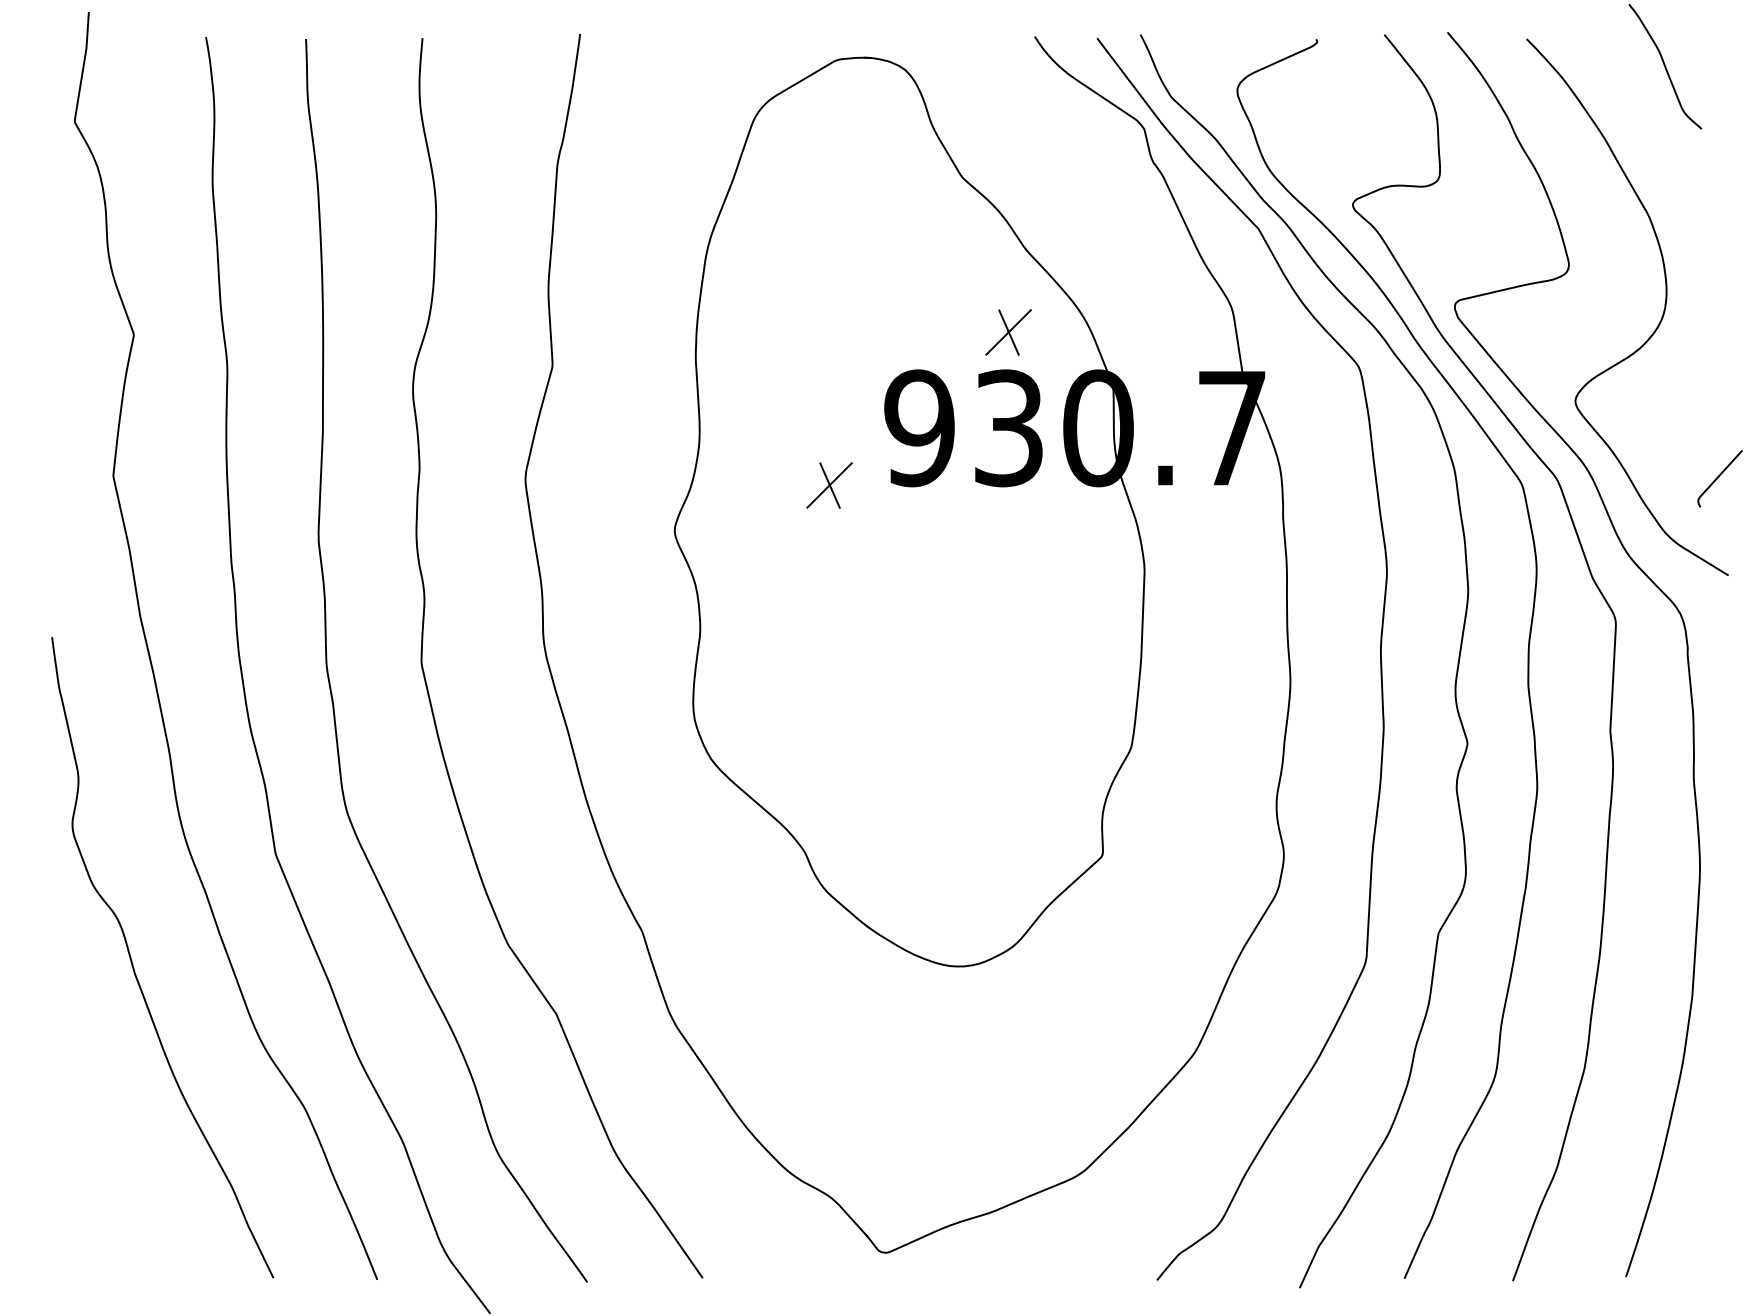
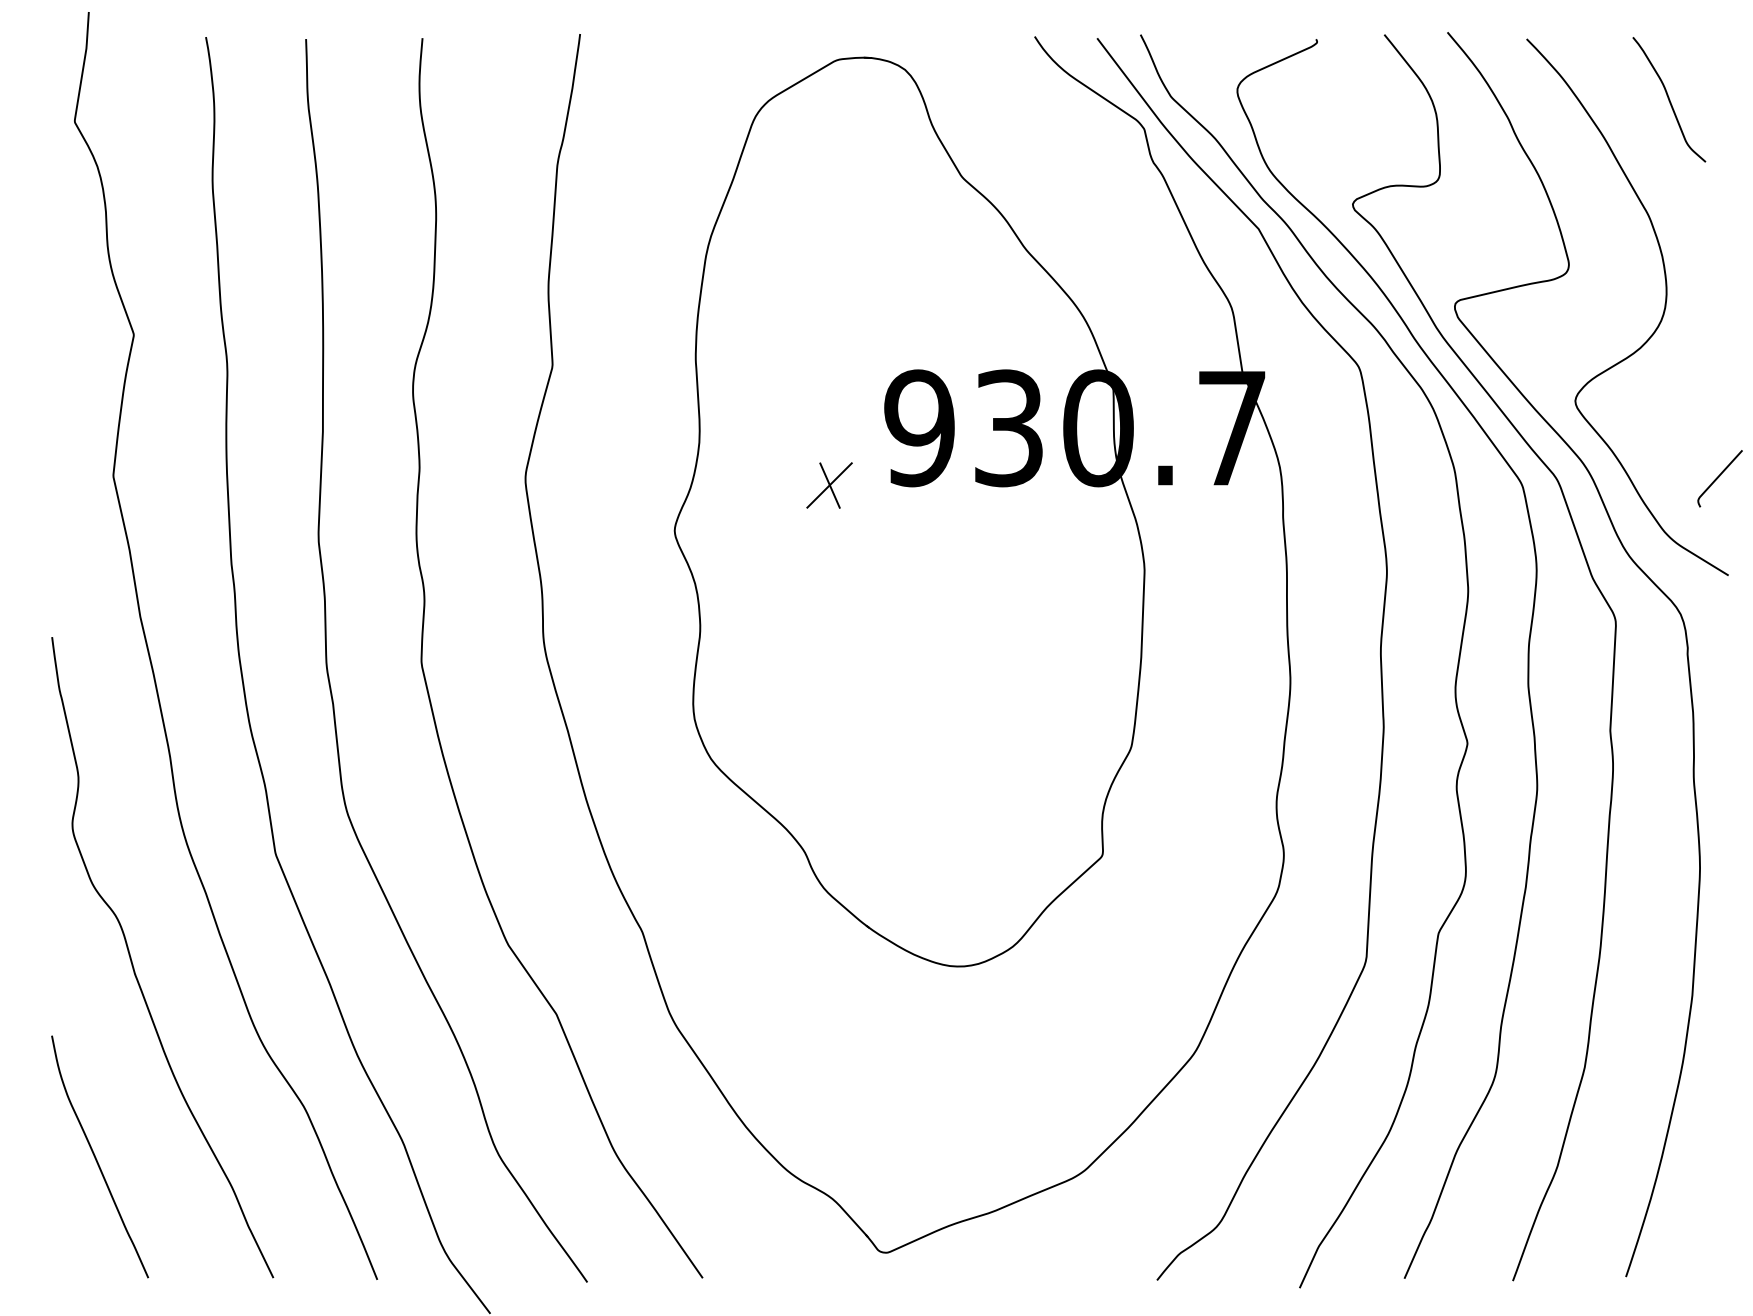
curve at (1665, 66) position: (1665, 66) -> (1669, 99)
part at (1008, 332): present -> none
curve at (96, 1157): none -> present
